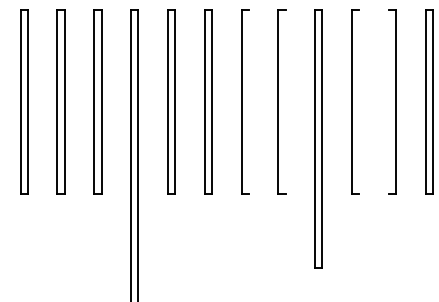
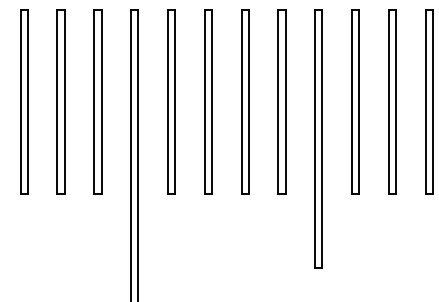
line at (248, 101): none -> present
line at (285, 101): none -> present
line at (359, 101): none -> present
line at (388, 101): none -> present
